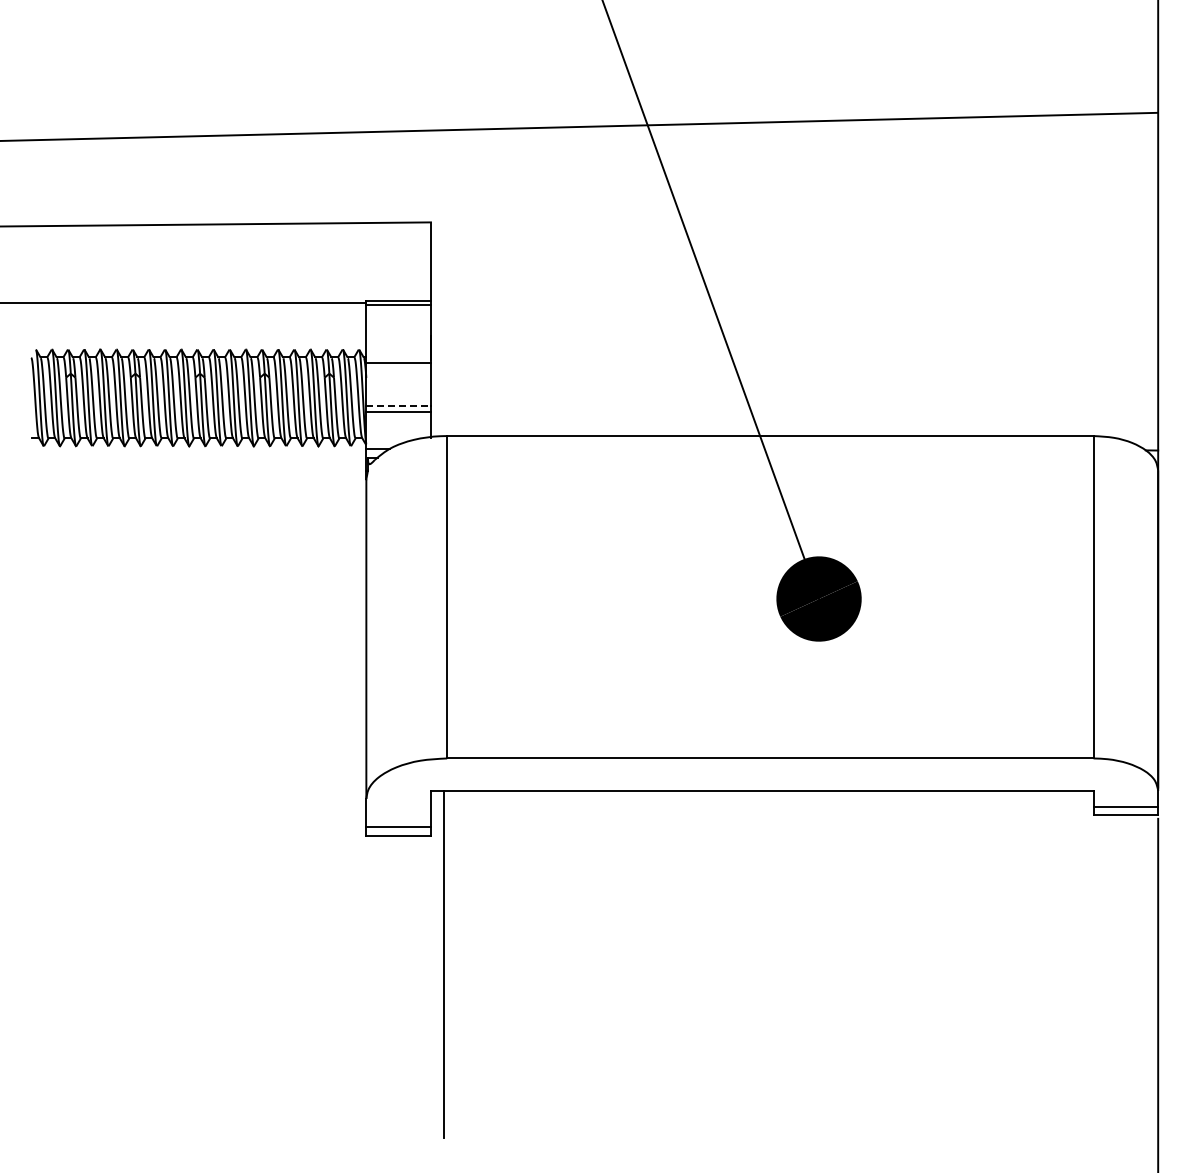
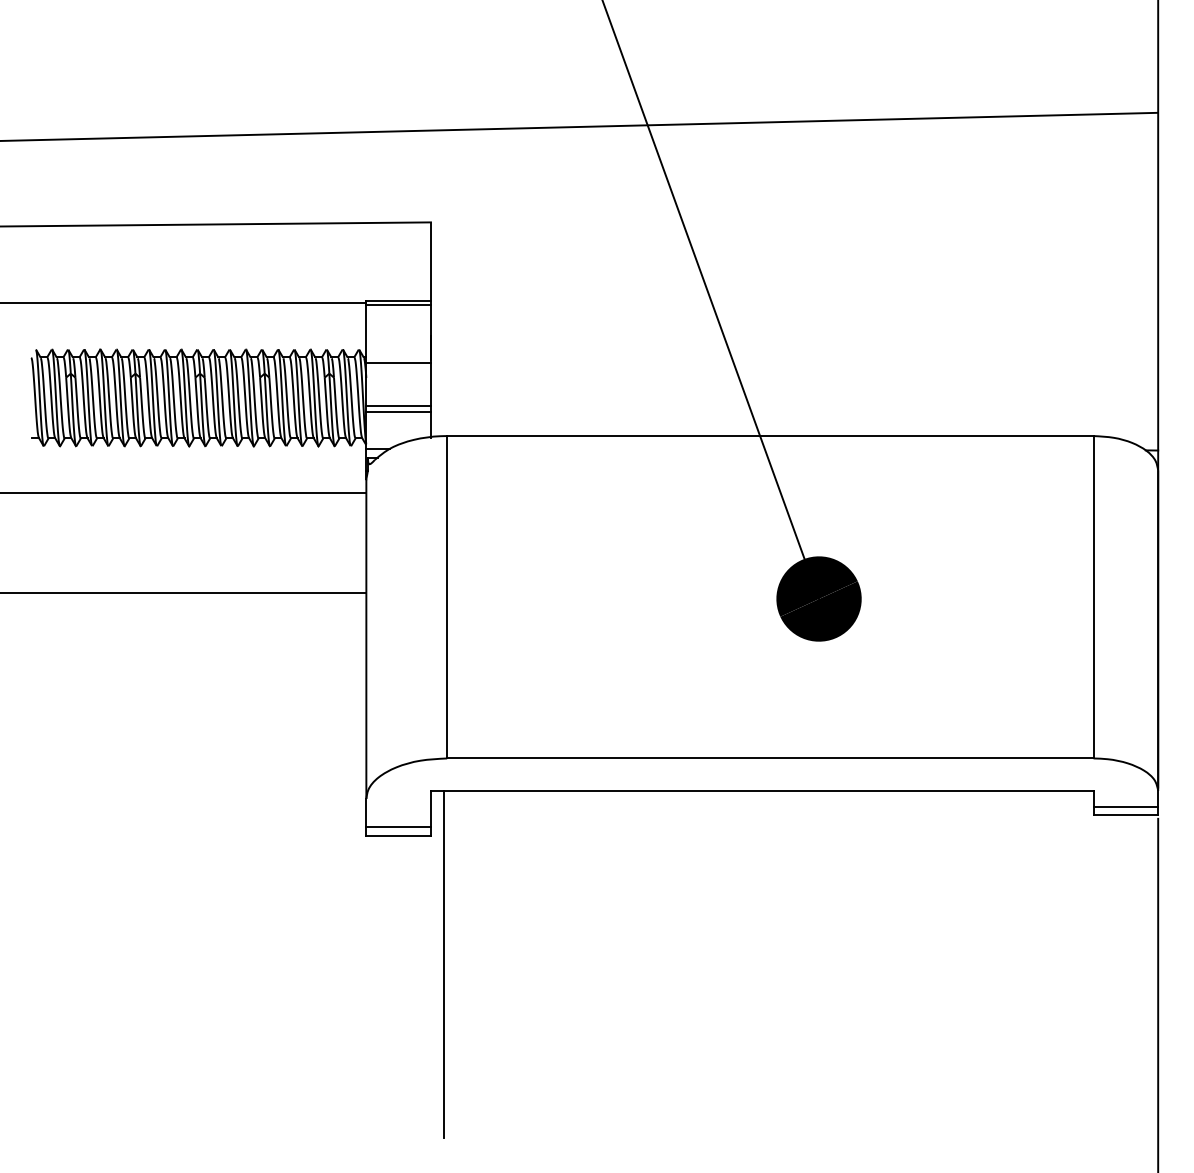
line at (399, 405): dashed -> solid
line at (184, 493): none -> present
line at (184, 593): none -> present
